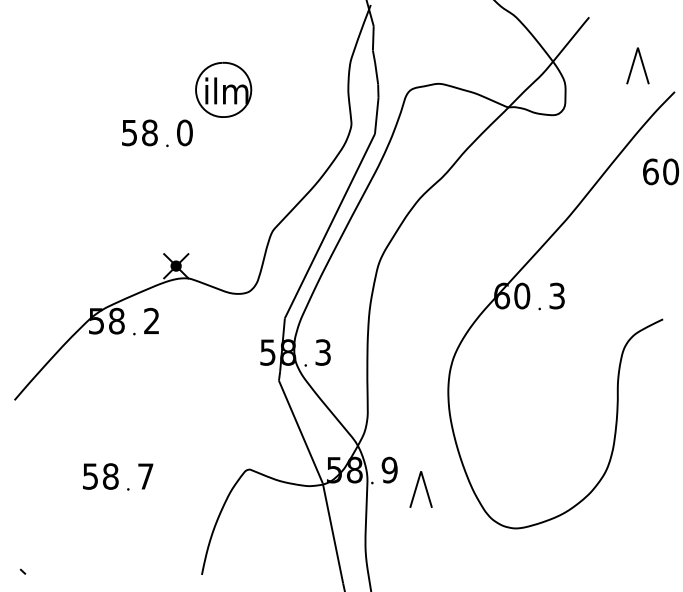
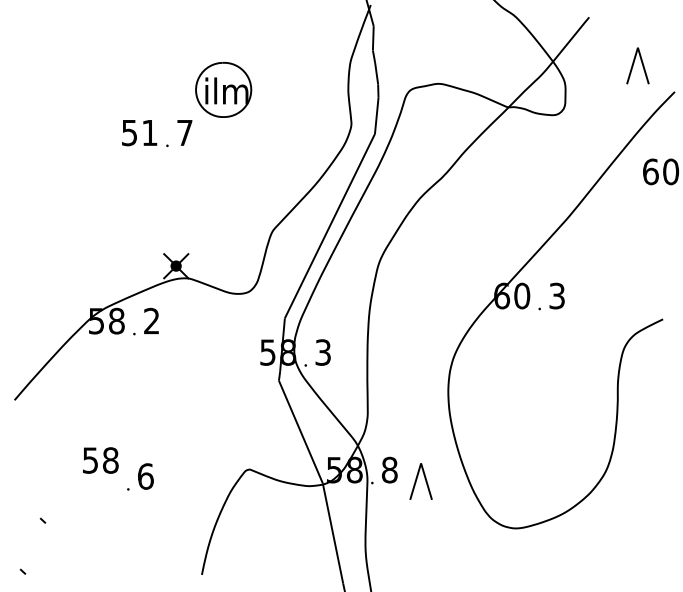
text at (149, 132): 58 -> 51
text at (184, 132): 0 -> 7
text at (389, 470): 9 -> 8
text at (100, 476) position: (100, 476) -> (100, 460)
text at (145, 476): 7 -> 6
part at (420, 489) position: (420, 489) -> (420, 481)
line at (42, 520): none -> present
